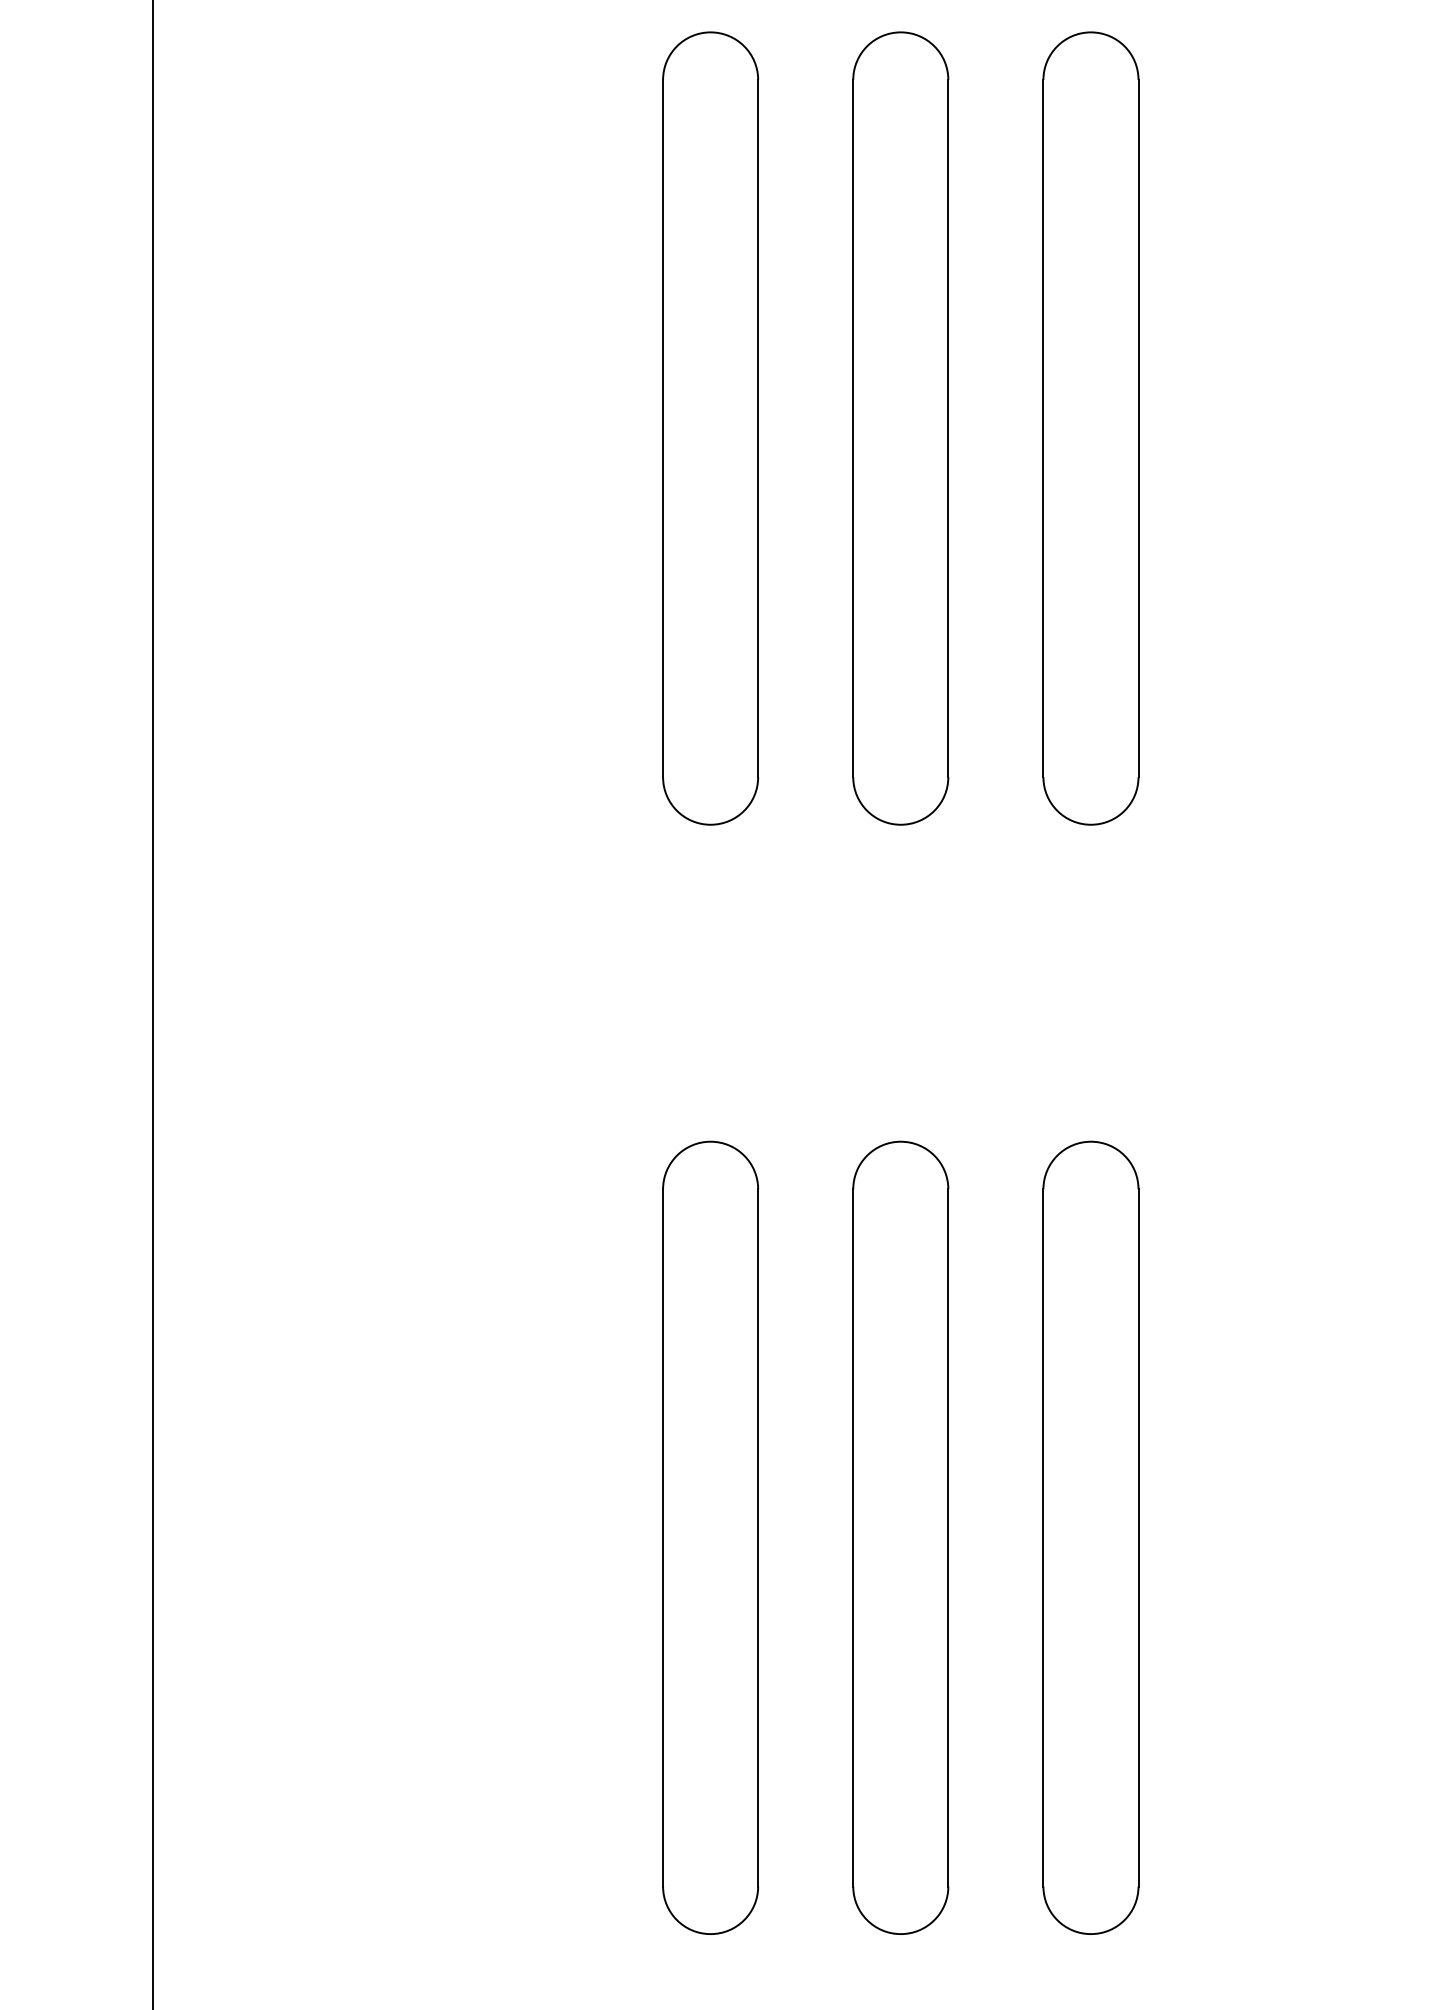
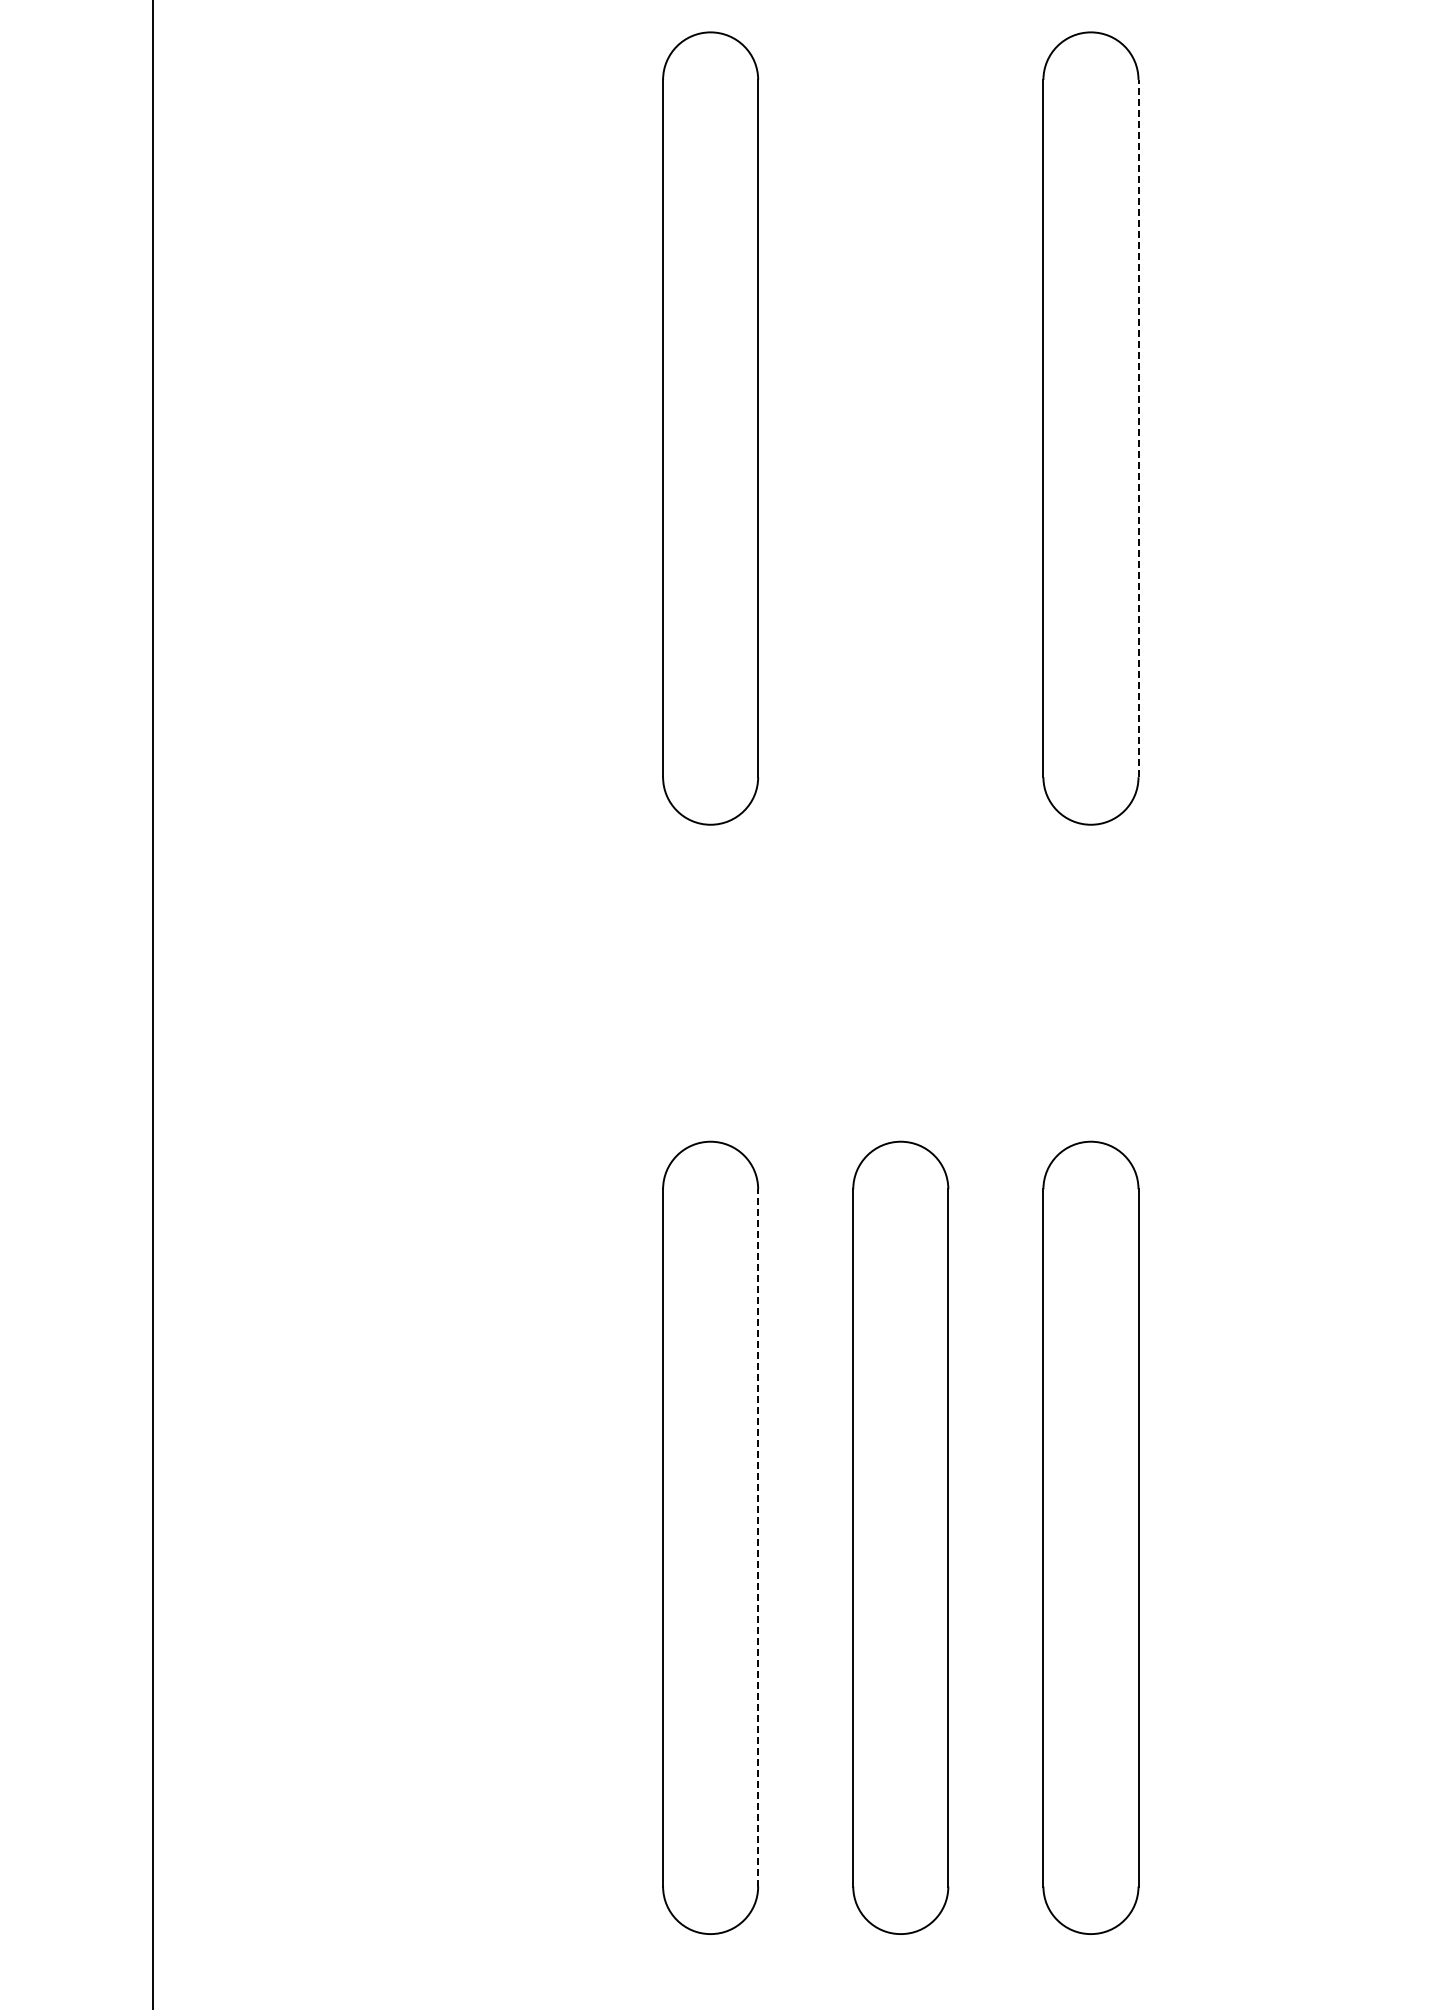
part at (900, 428): present -> none
line at (1138, 428): solid -> dashed
line at (758, 1537): solid -> dashed
